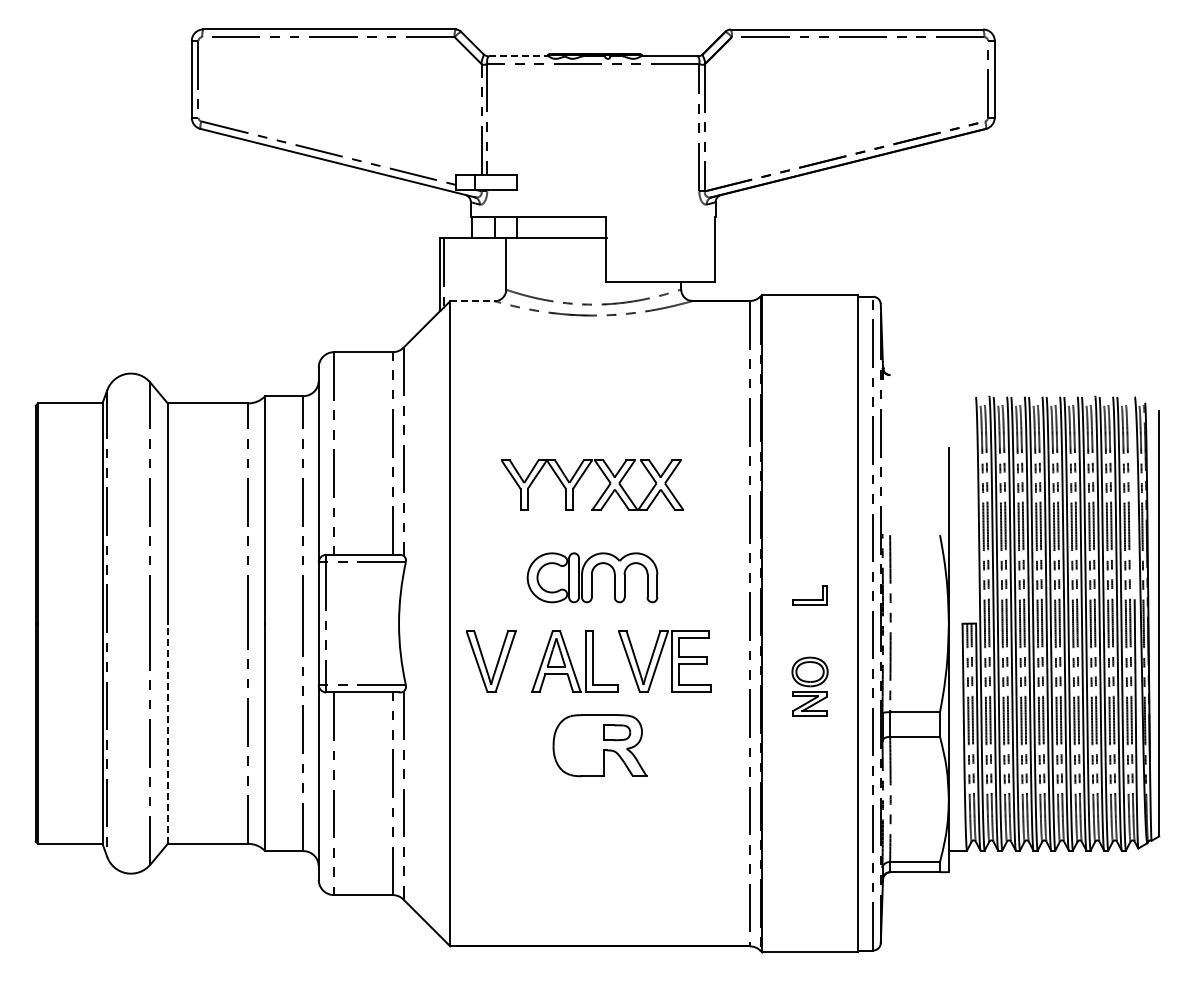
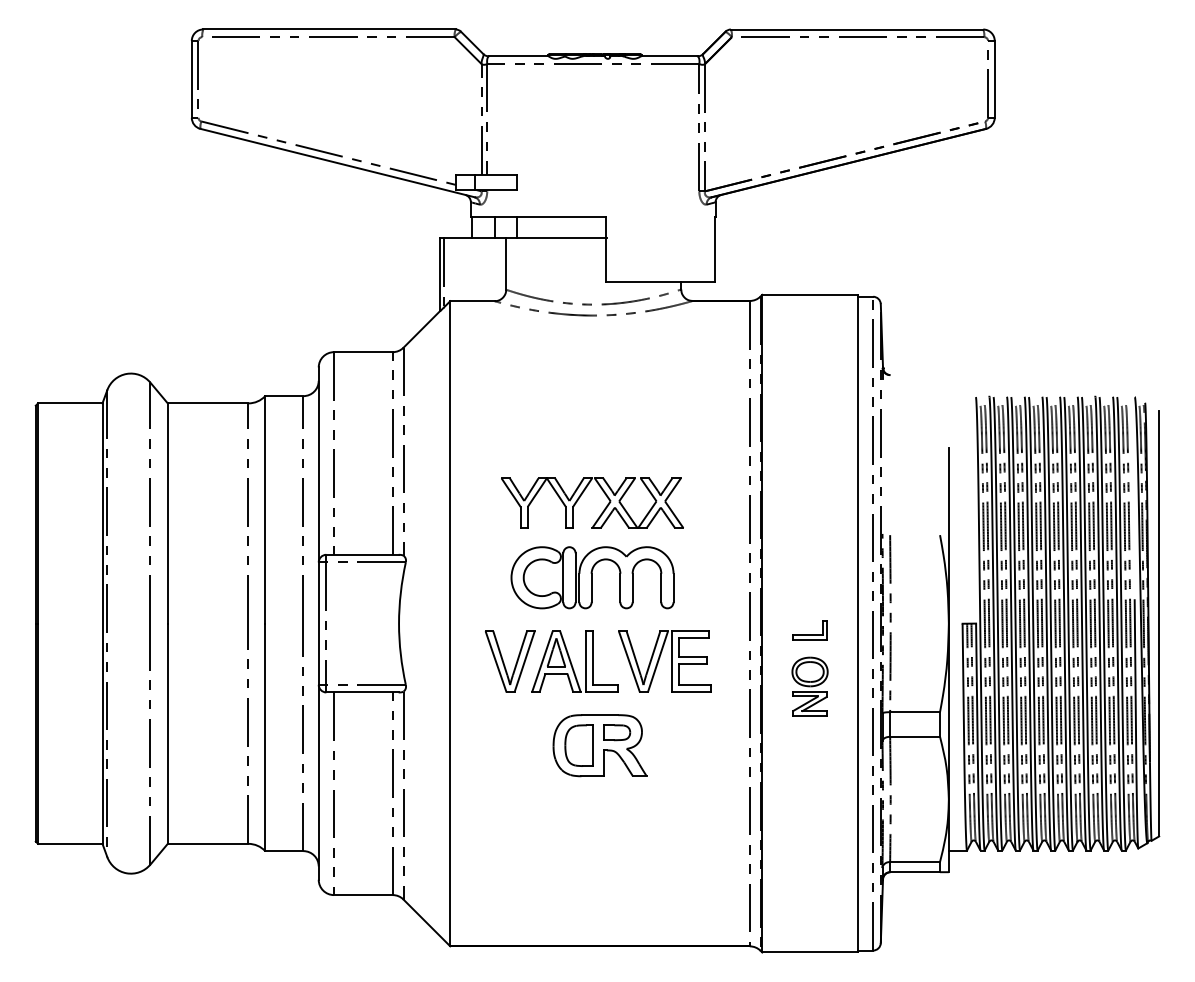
line at (518, 56): dashed -> solid
line at (472, 301): dashed -> solid
part at (581, 478) position: (581, 478) -> (581, 496)
part at (592, 577) size: 133x52 px -> 165x64 px
part at (809, 595) position: (809, 595) -> (809, 630)
part at (491, 661) position: (491, 661) -> (510, 661)
line at (167, 733): dashed -> solid
part at (578, 745): none -> present
